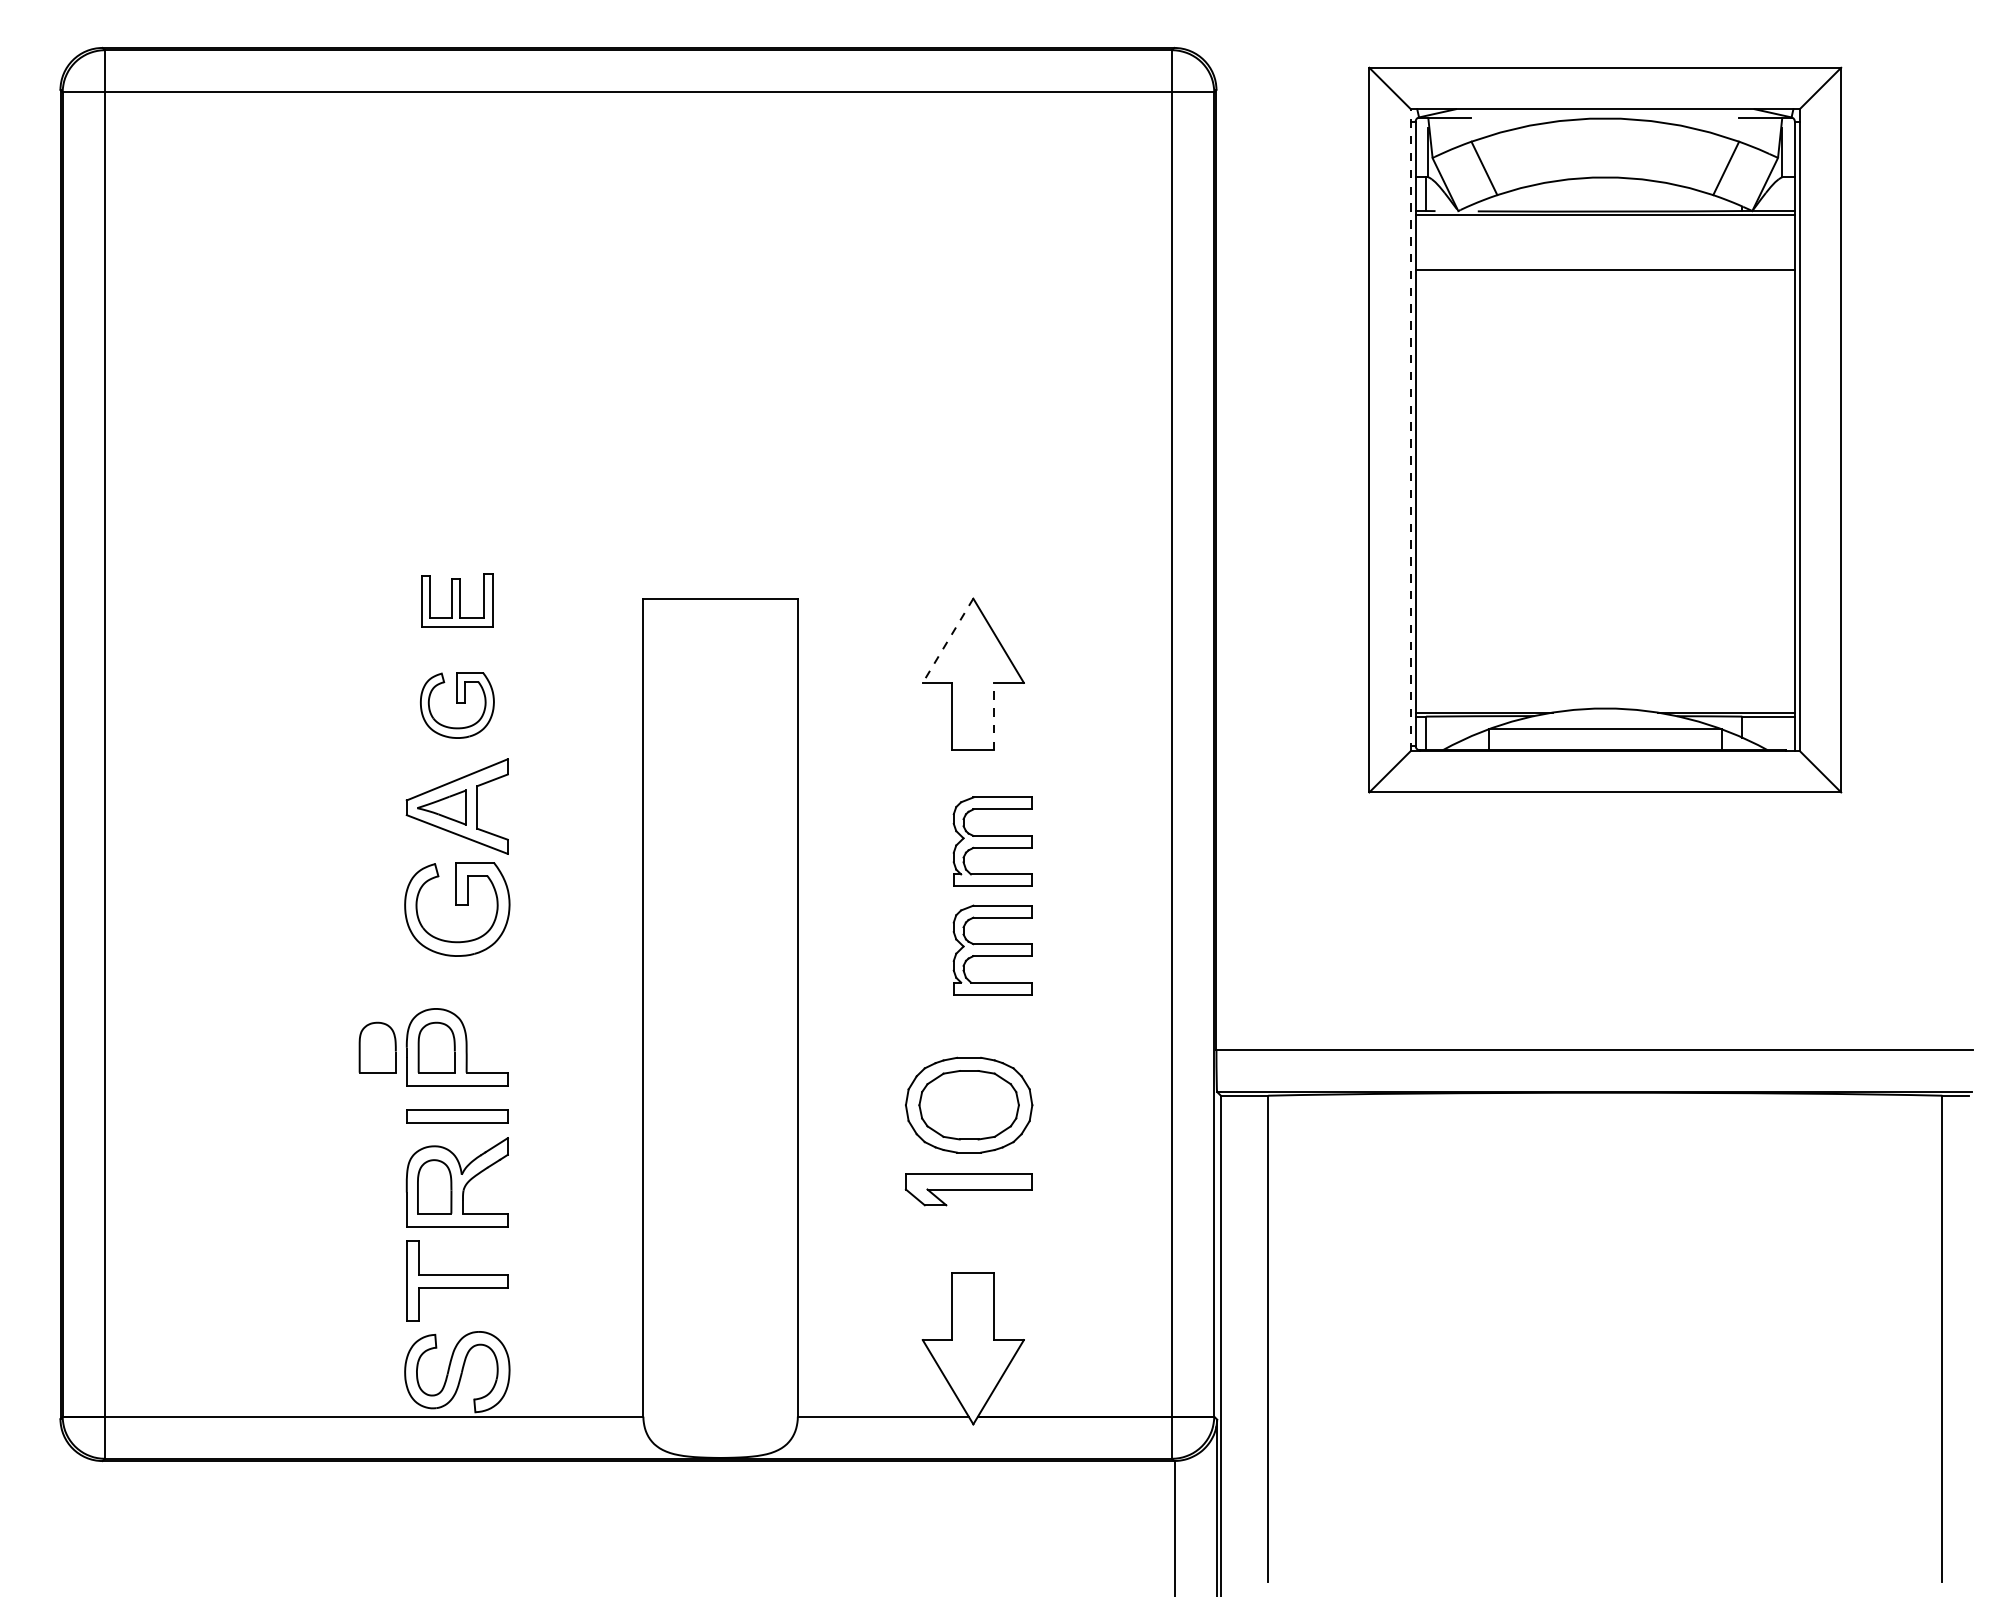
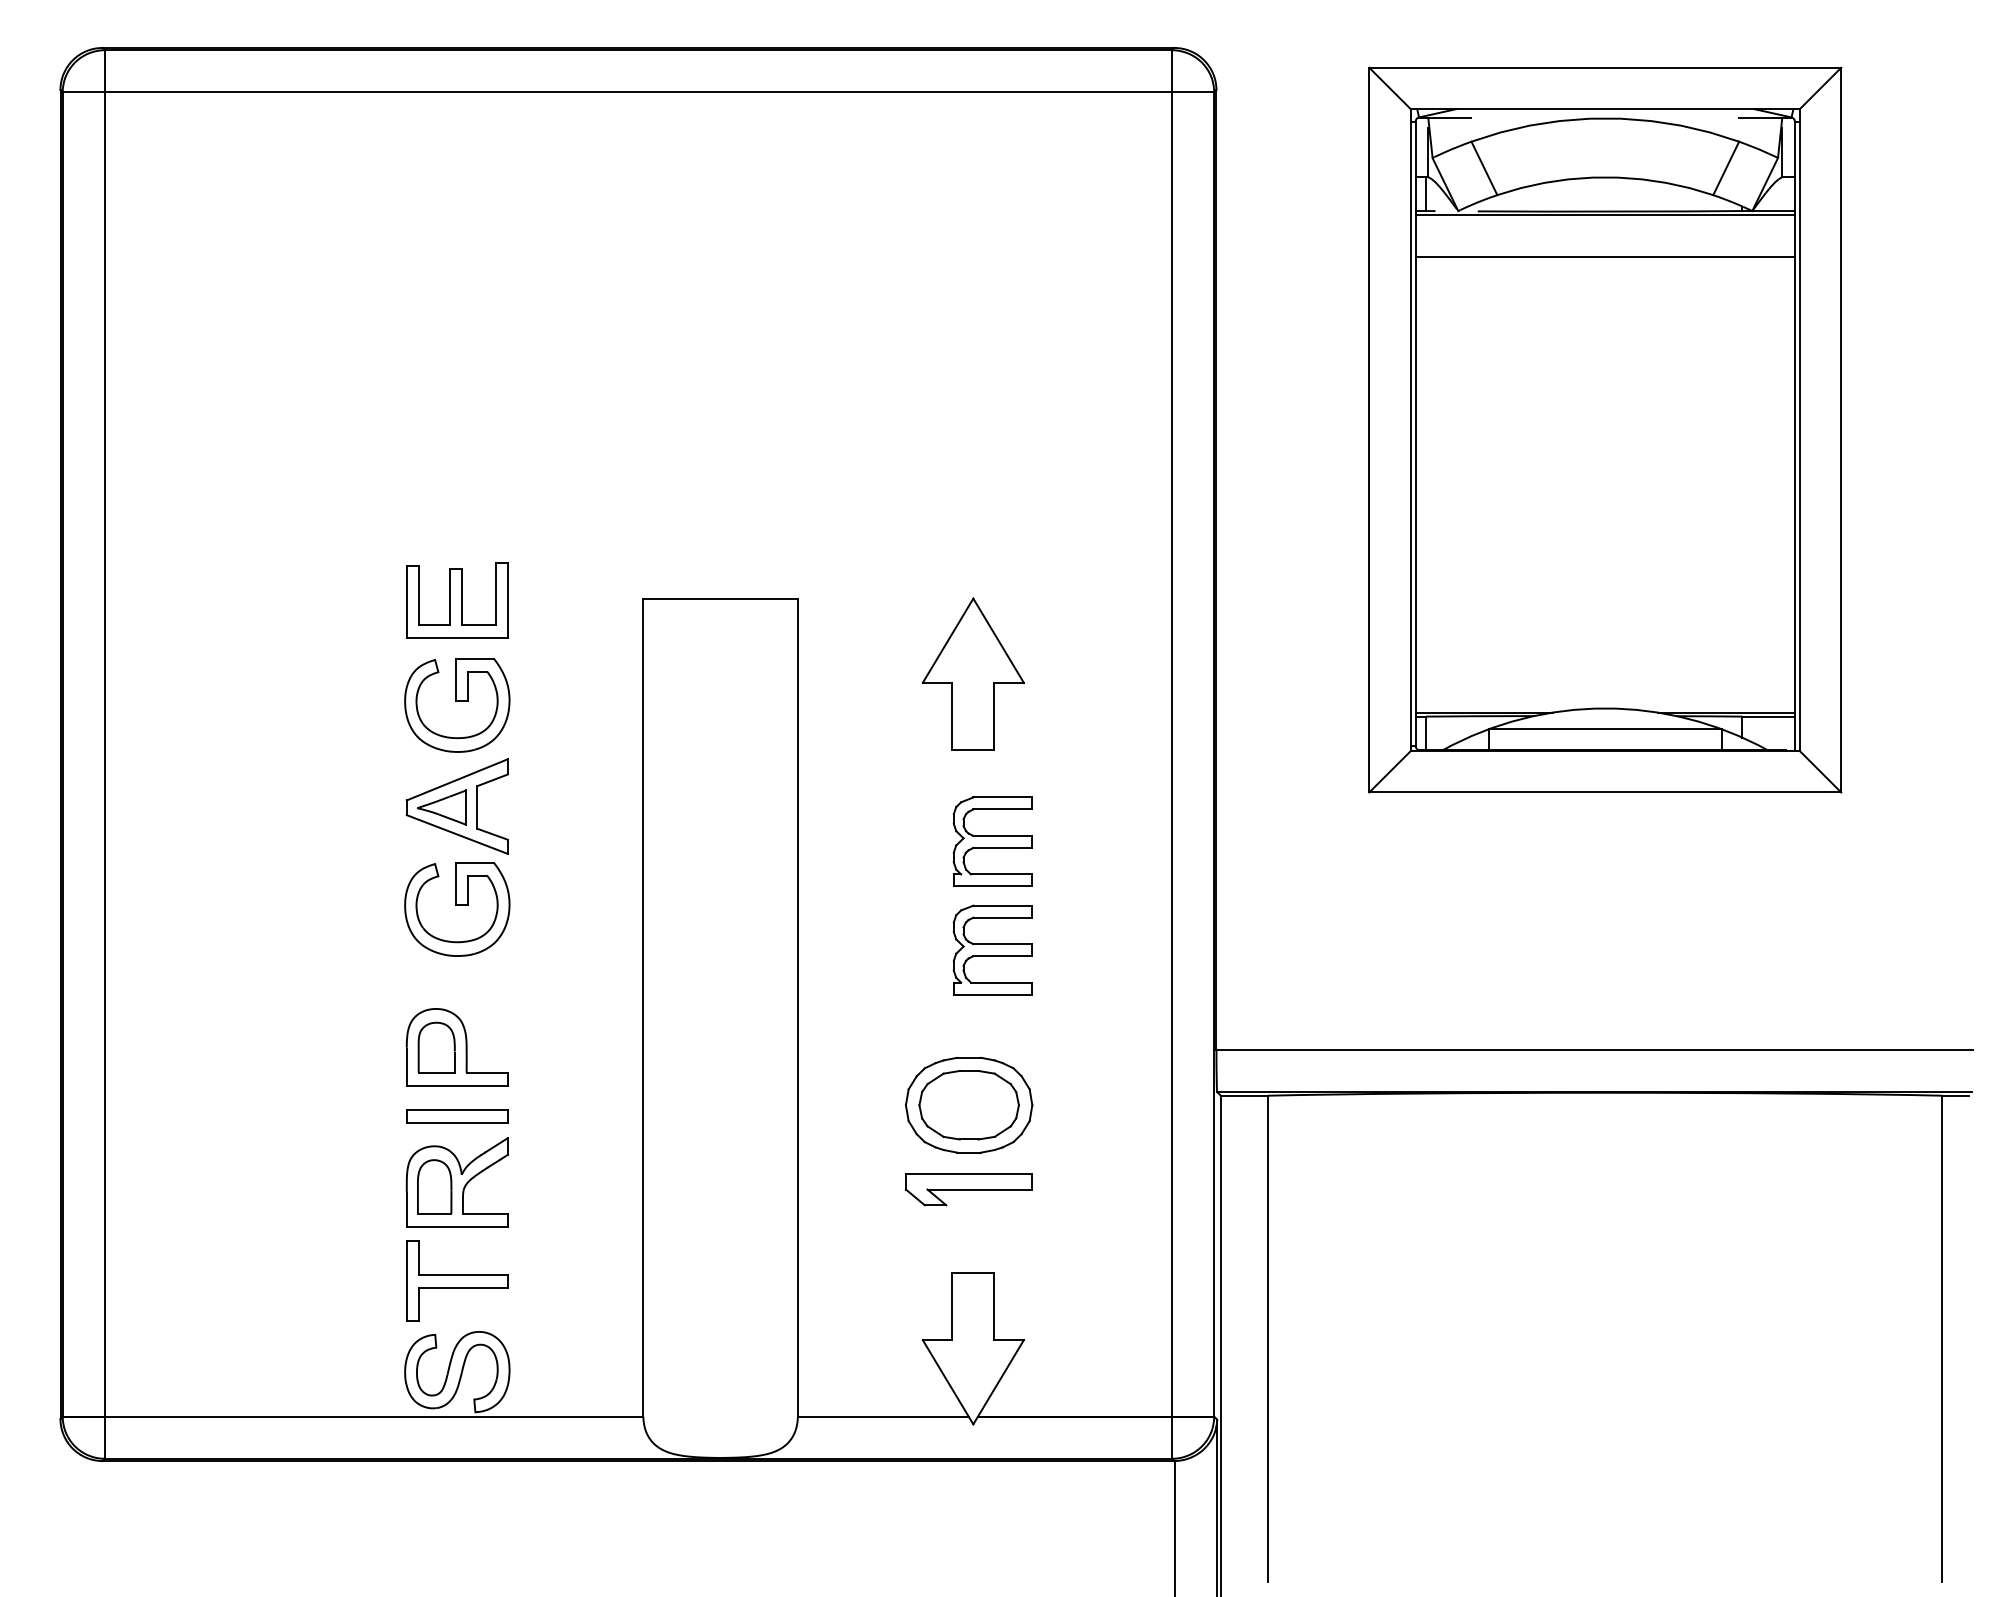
line at (1604, 269) position: (1604, 269) -> (1604, 256)
line at (1410, 430): dashed -> solid
part at (457, 600) size: 73x55 px -> 103x77 px
line at (947, 641): dashed -> solid
part at (457, 705) size: 75x67 px -> 107x95 px
line at (994, 716): dashed -> solid
part at (377, 1047): present -> none
